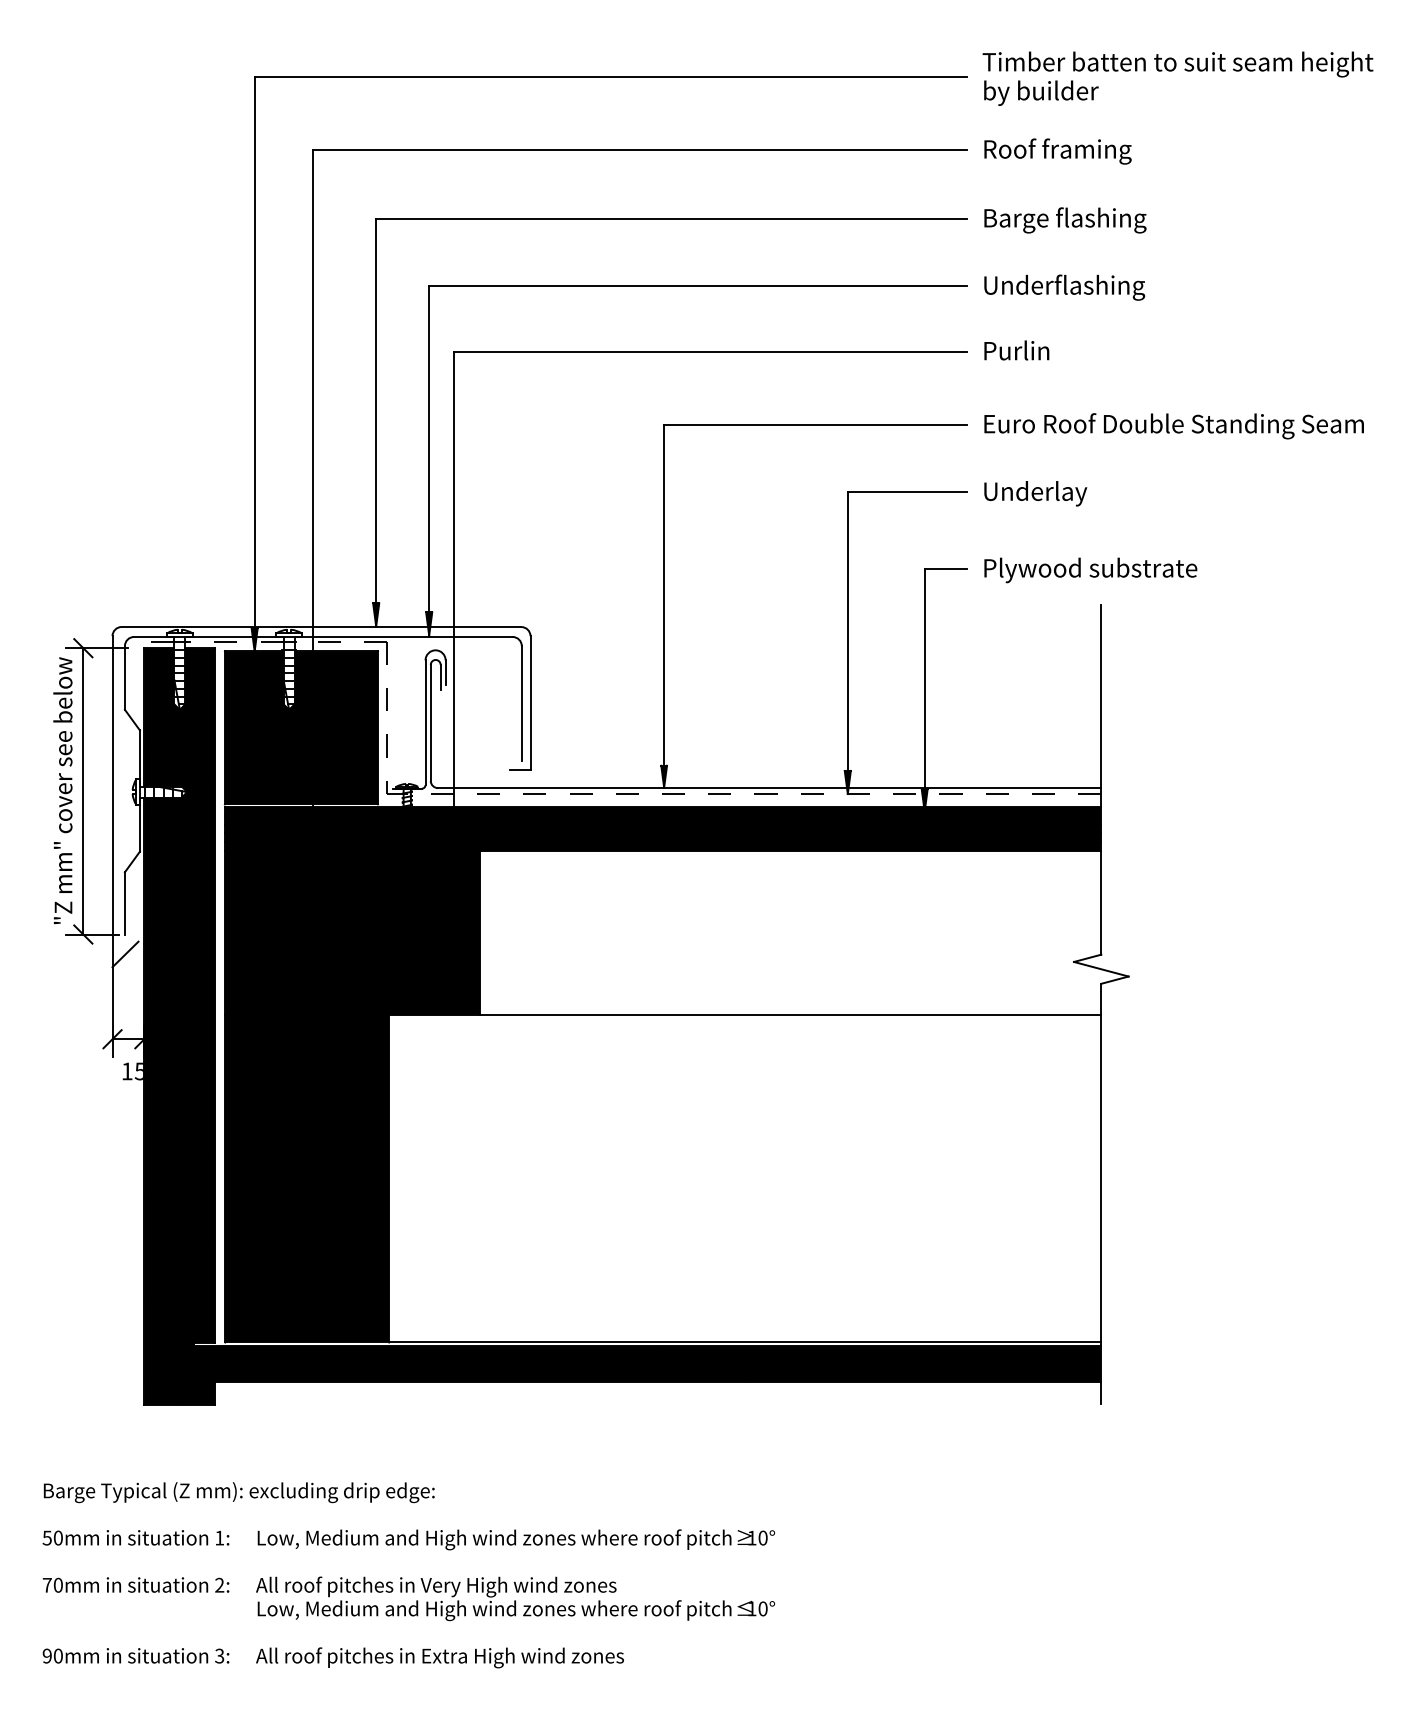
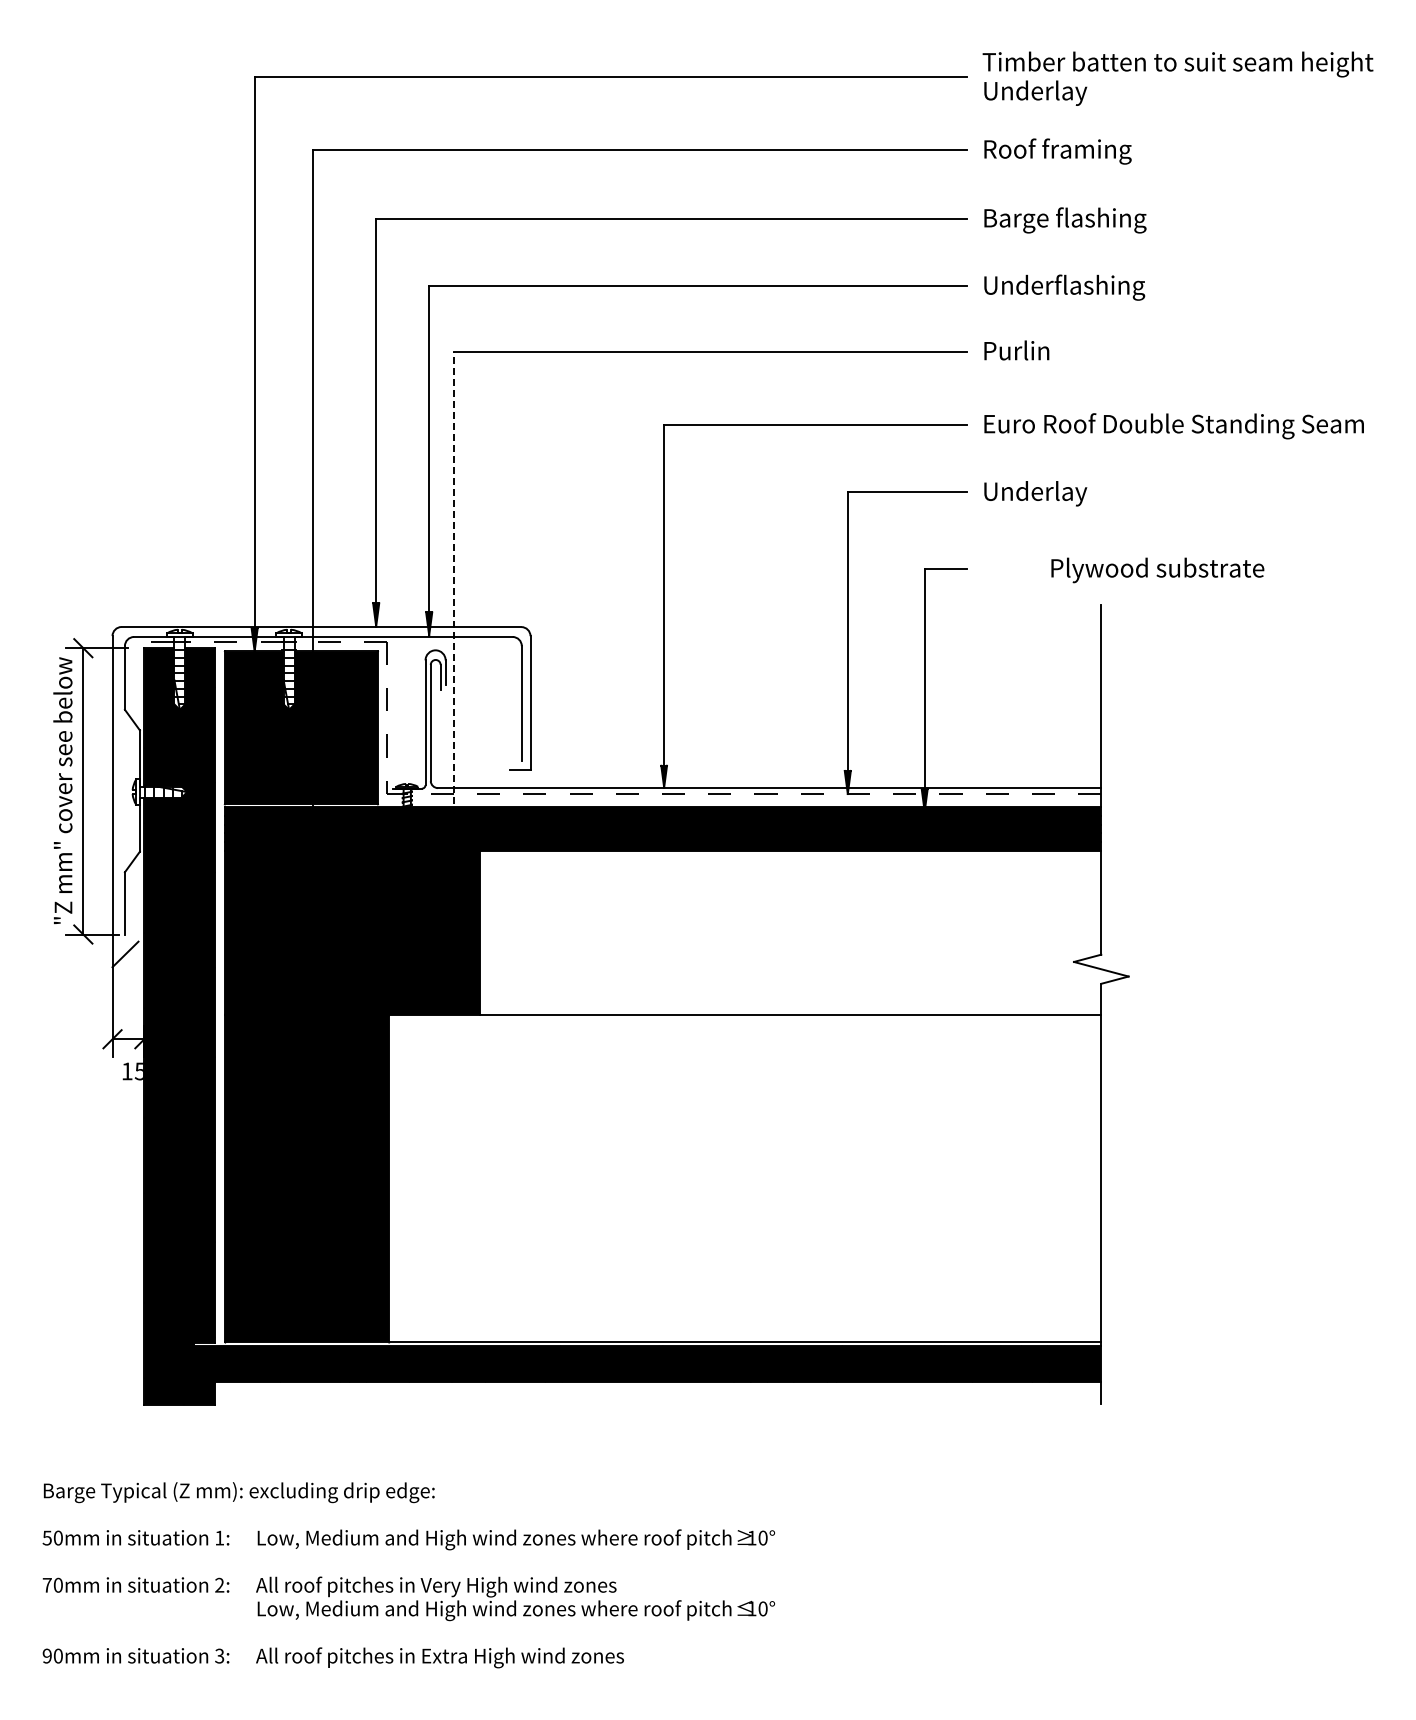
text at (1041, 92): by builder -> Underlay
text at (1090, 570) position: (1090, 570) -> (1157, 570)
line at (453, 599): solid -> dashed
